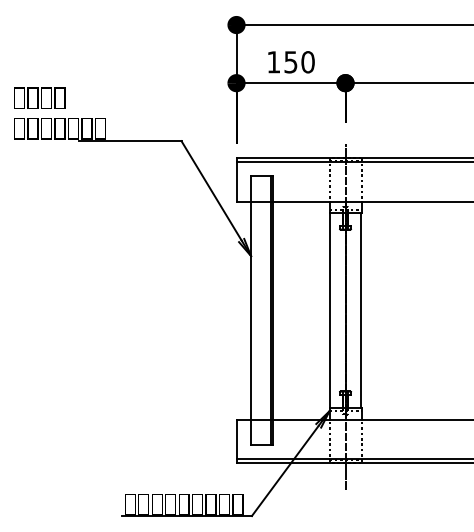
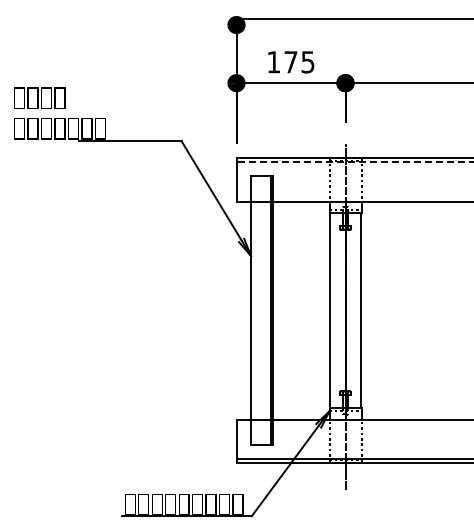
line at (353, 25) position: (353, 25) -> (353, 19)
text at (299, 62): 150 -> 175
line at (354, 162): solid -> dashed
